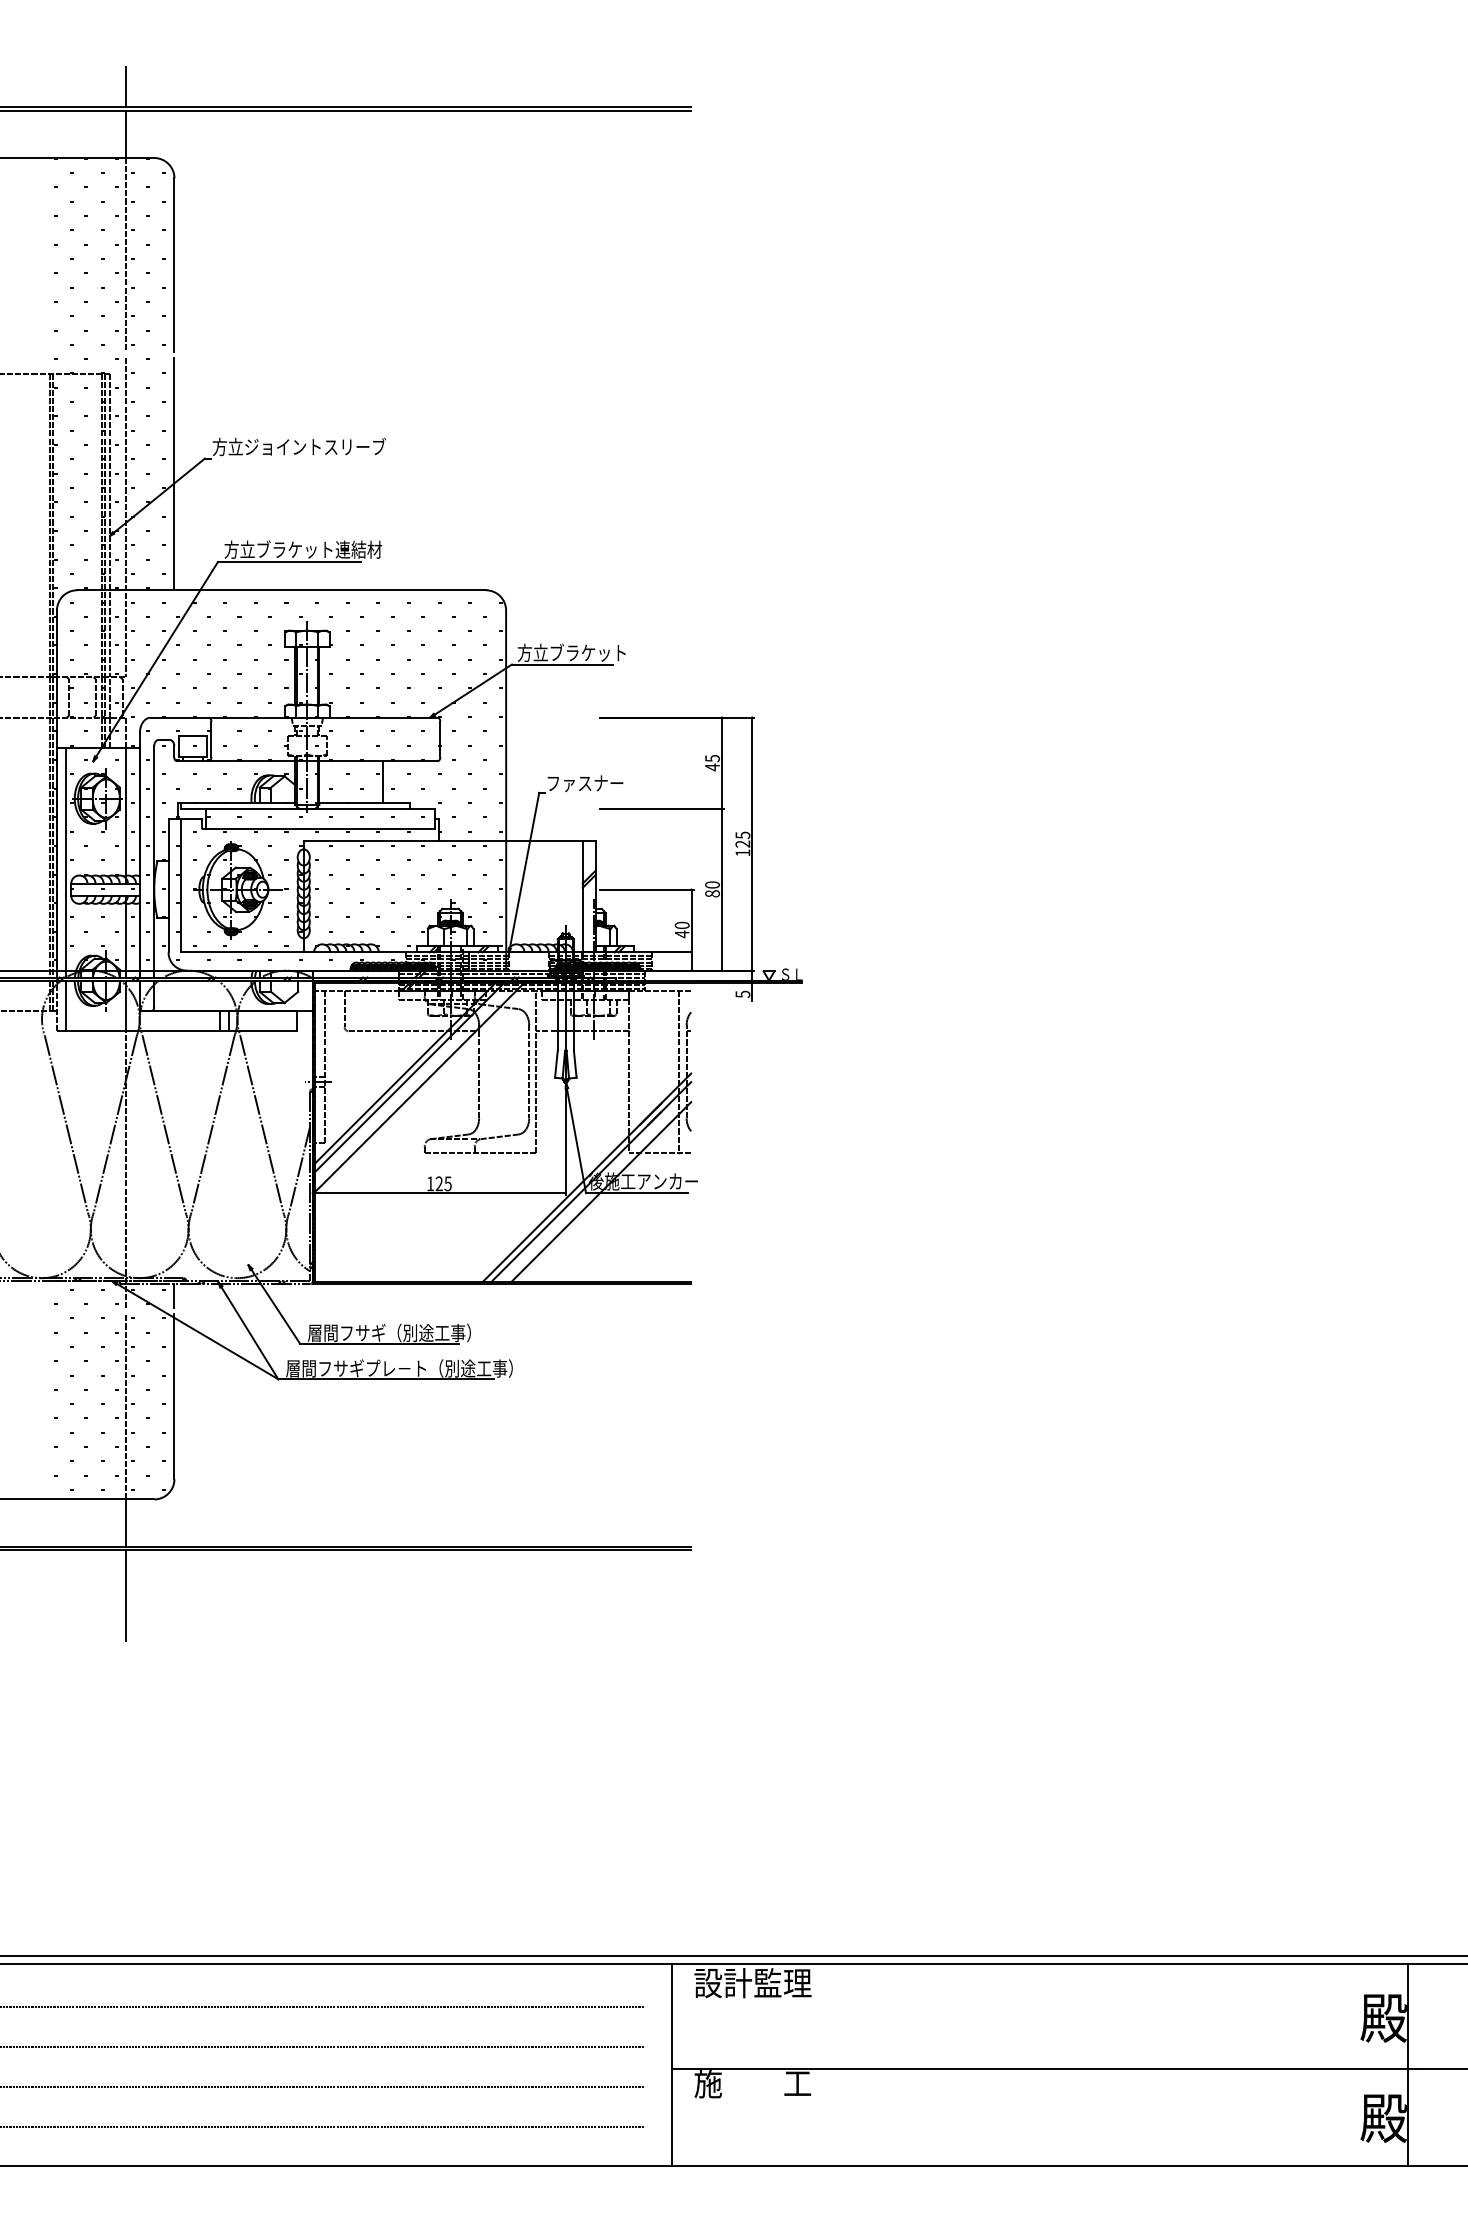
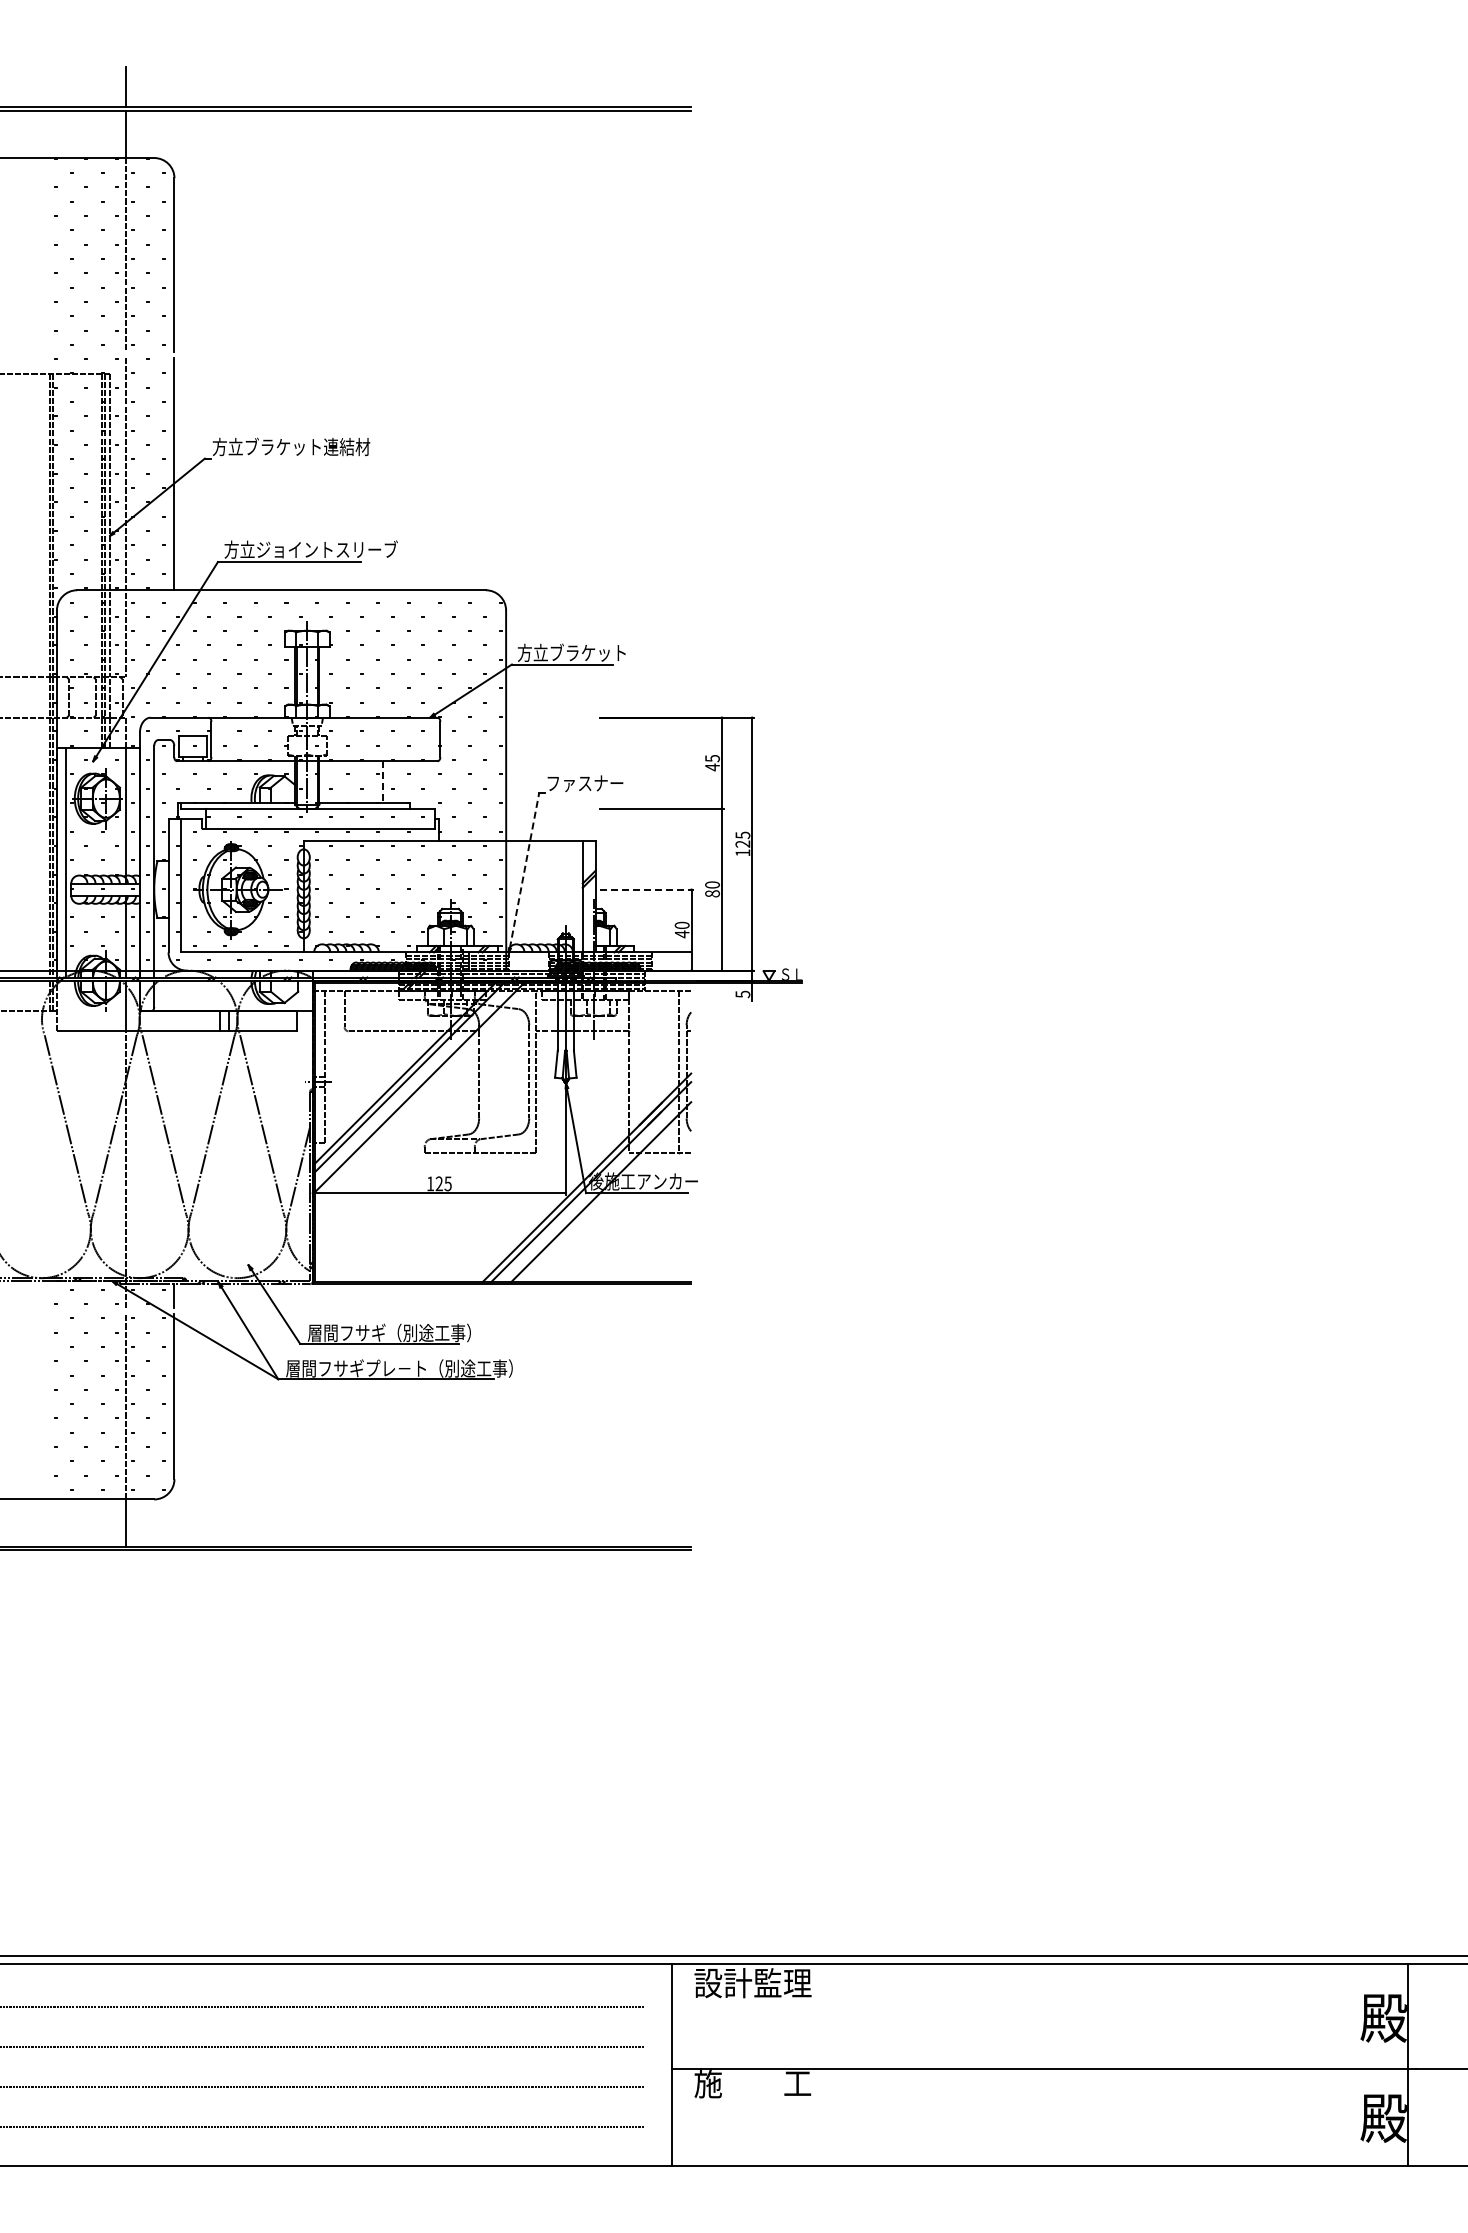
text at (315, 446): 方立ジョイントスリーブ -> 方立ブラケット連結材
text at (327, 549): 方立ブラケット連結材 -> 方立ジョイントスリーブ
line at (383, 781): solid -> dashed
line at (524, 870): solid -> dashed
line at (646, 889): solid -> dashed
line at (65, 1005): present -> none
line at (125, 1595): present -> none
